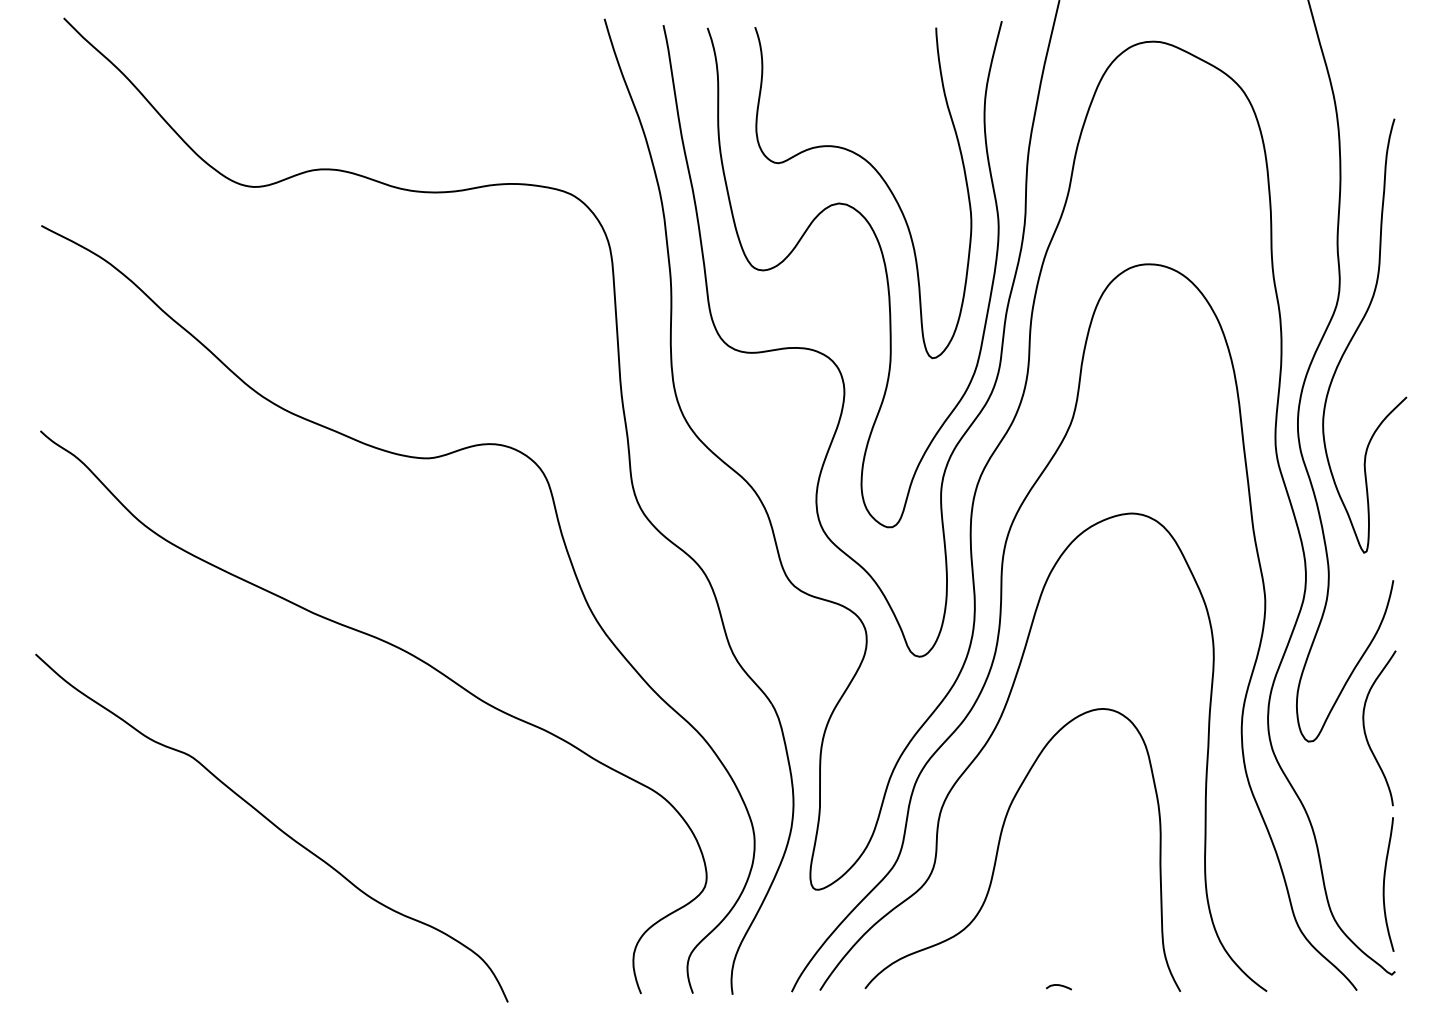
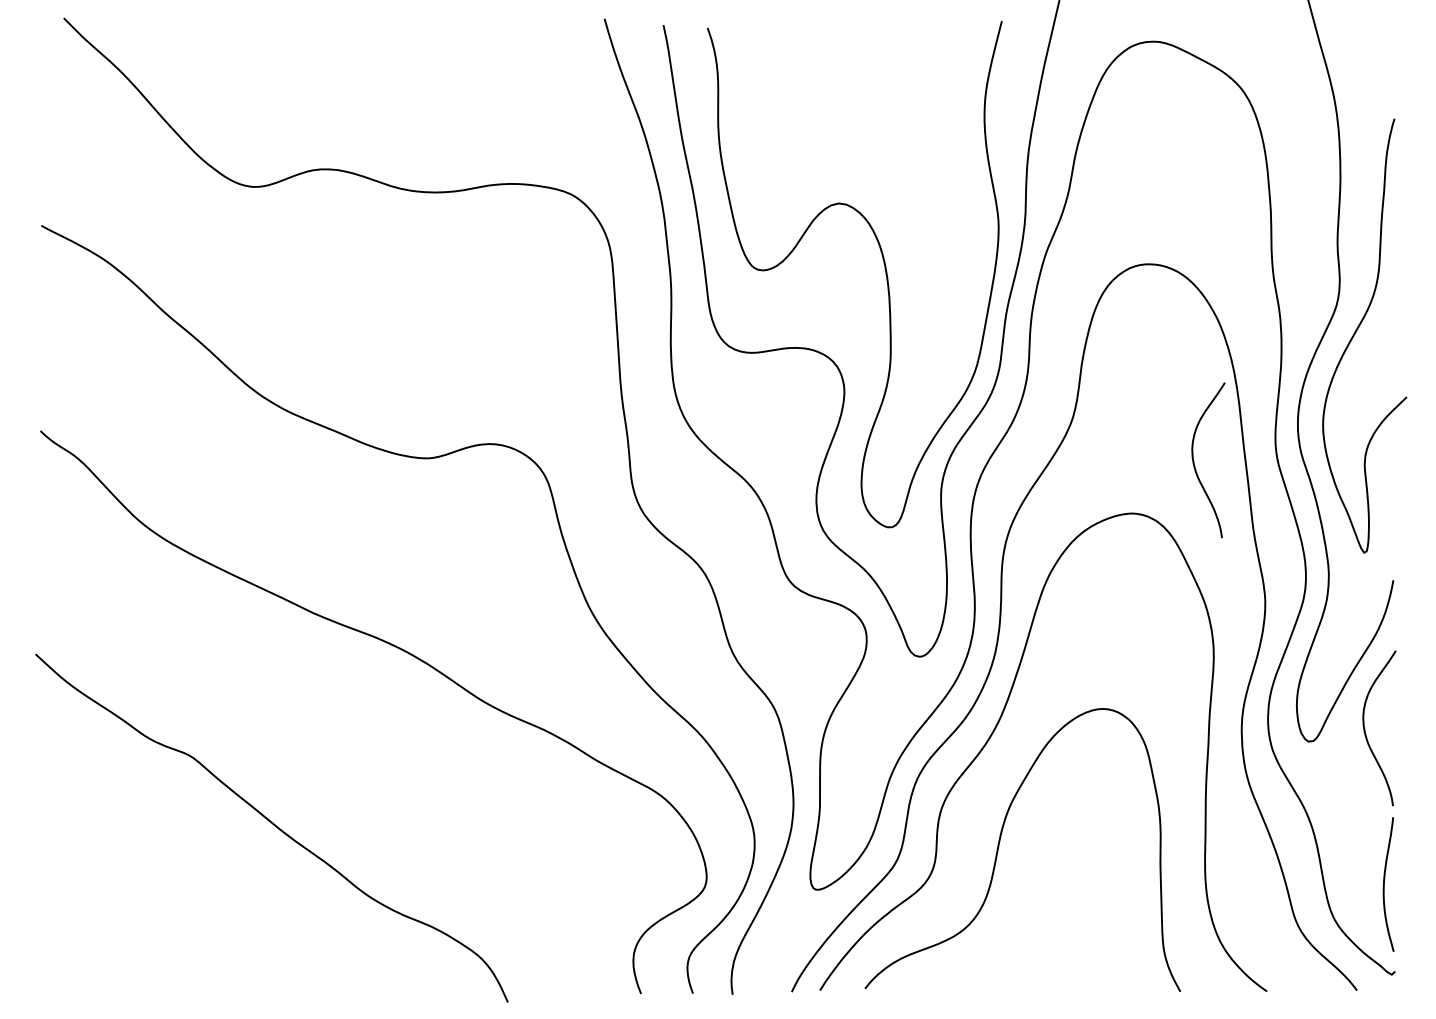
curve at (882, 180): present -> none
curve at (1194, 460): none -> present
curve at (1059, 986): present -> none
